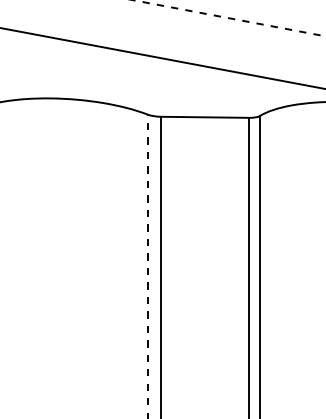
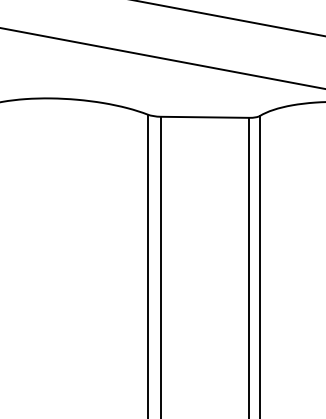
line at (229, 18): dashed -> solid
line at (147, 266): dashed -> solid
